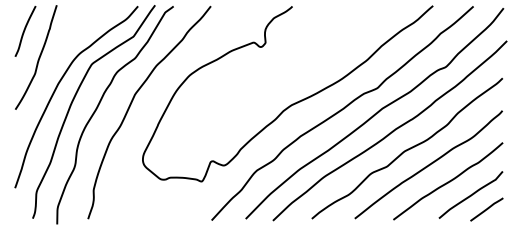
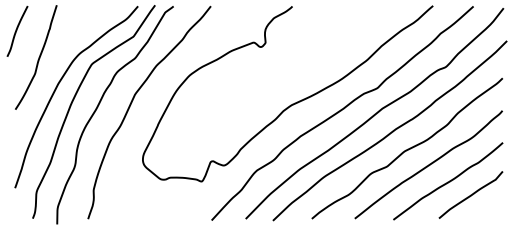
curve at (25, 30) position: (25, 30) -> (17, 30)
line at (486, 209): present -> none
